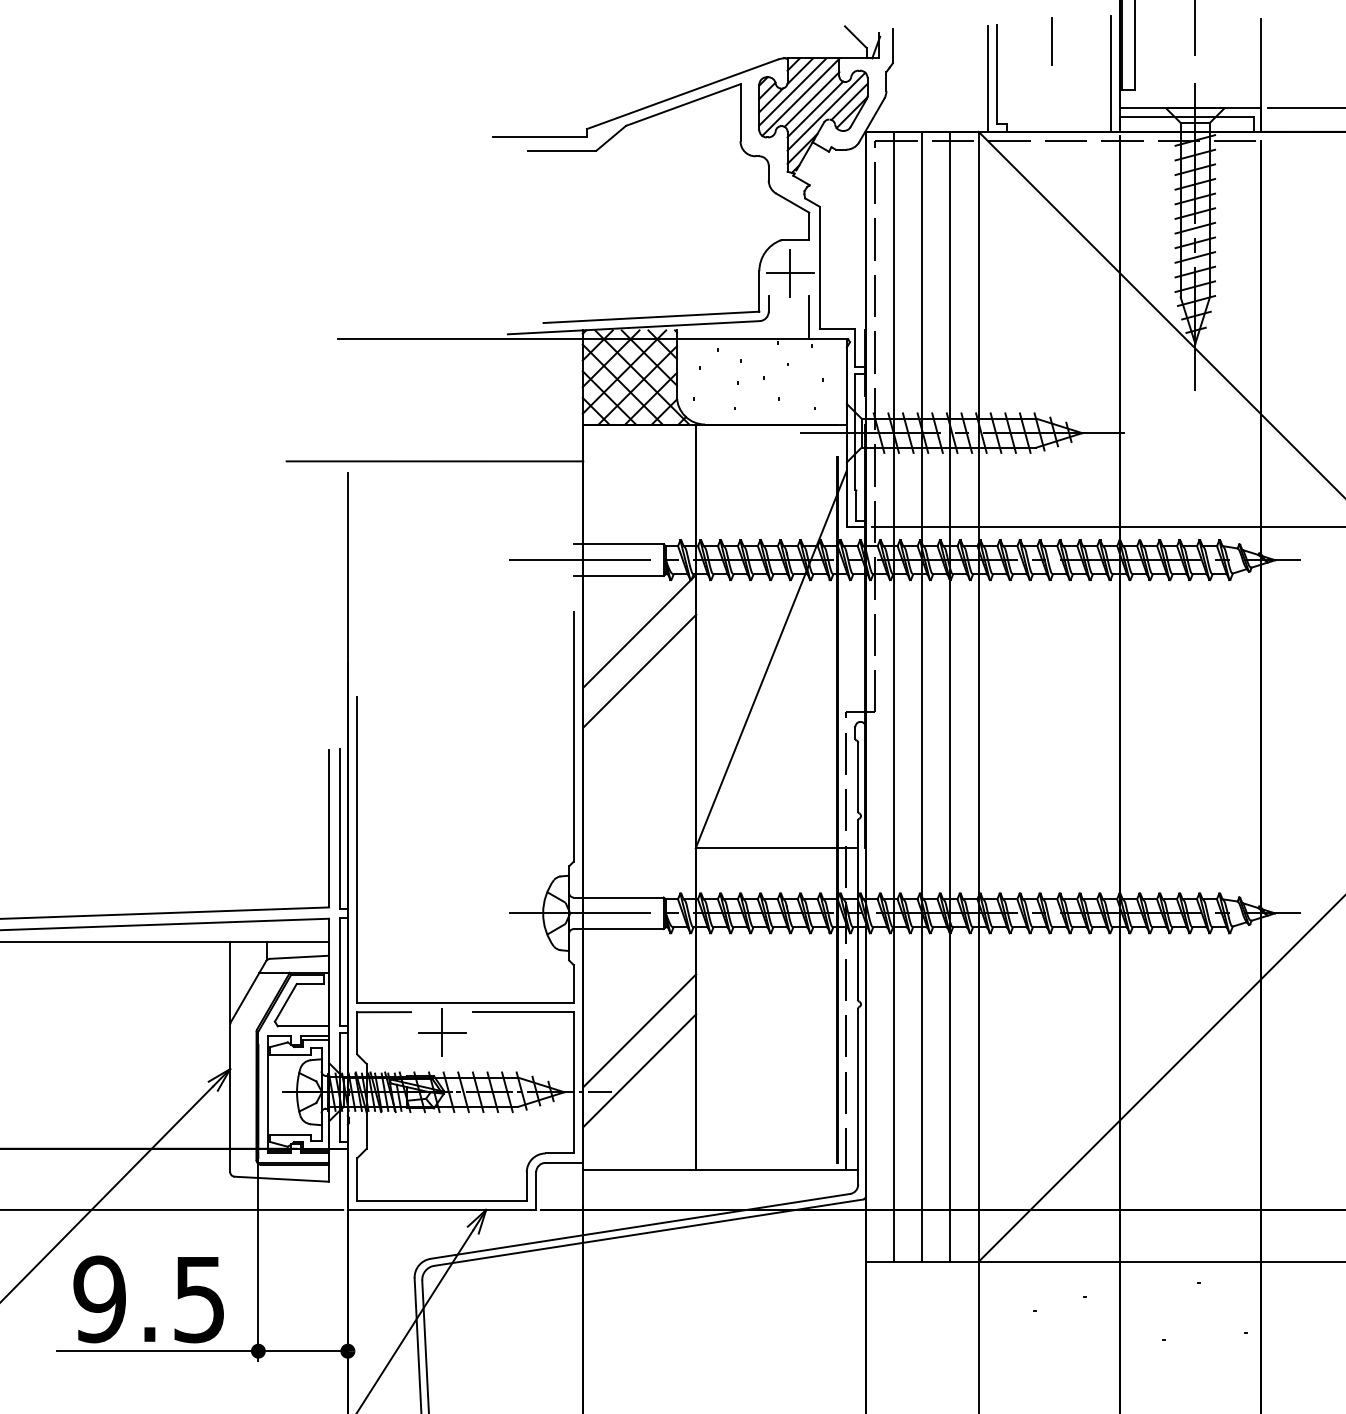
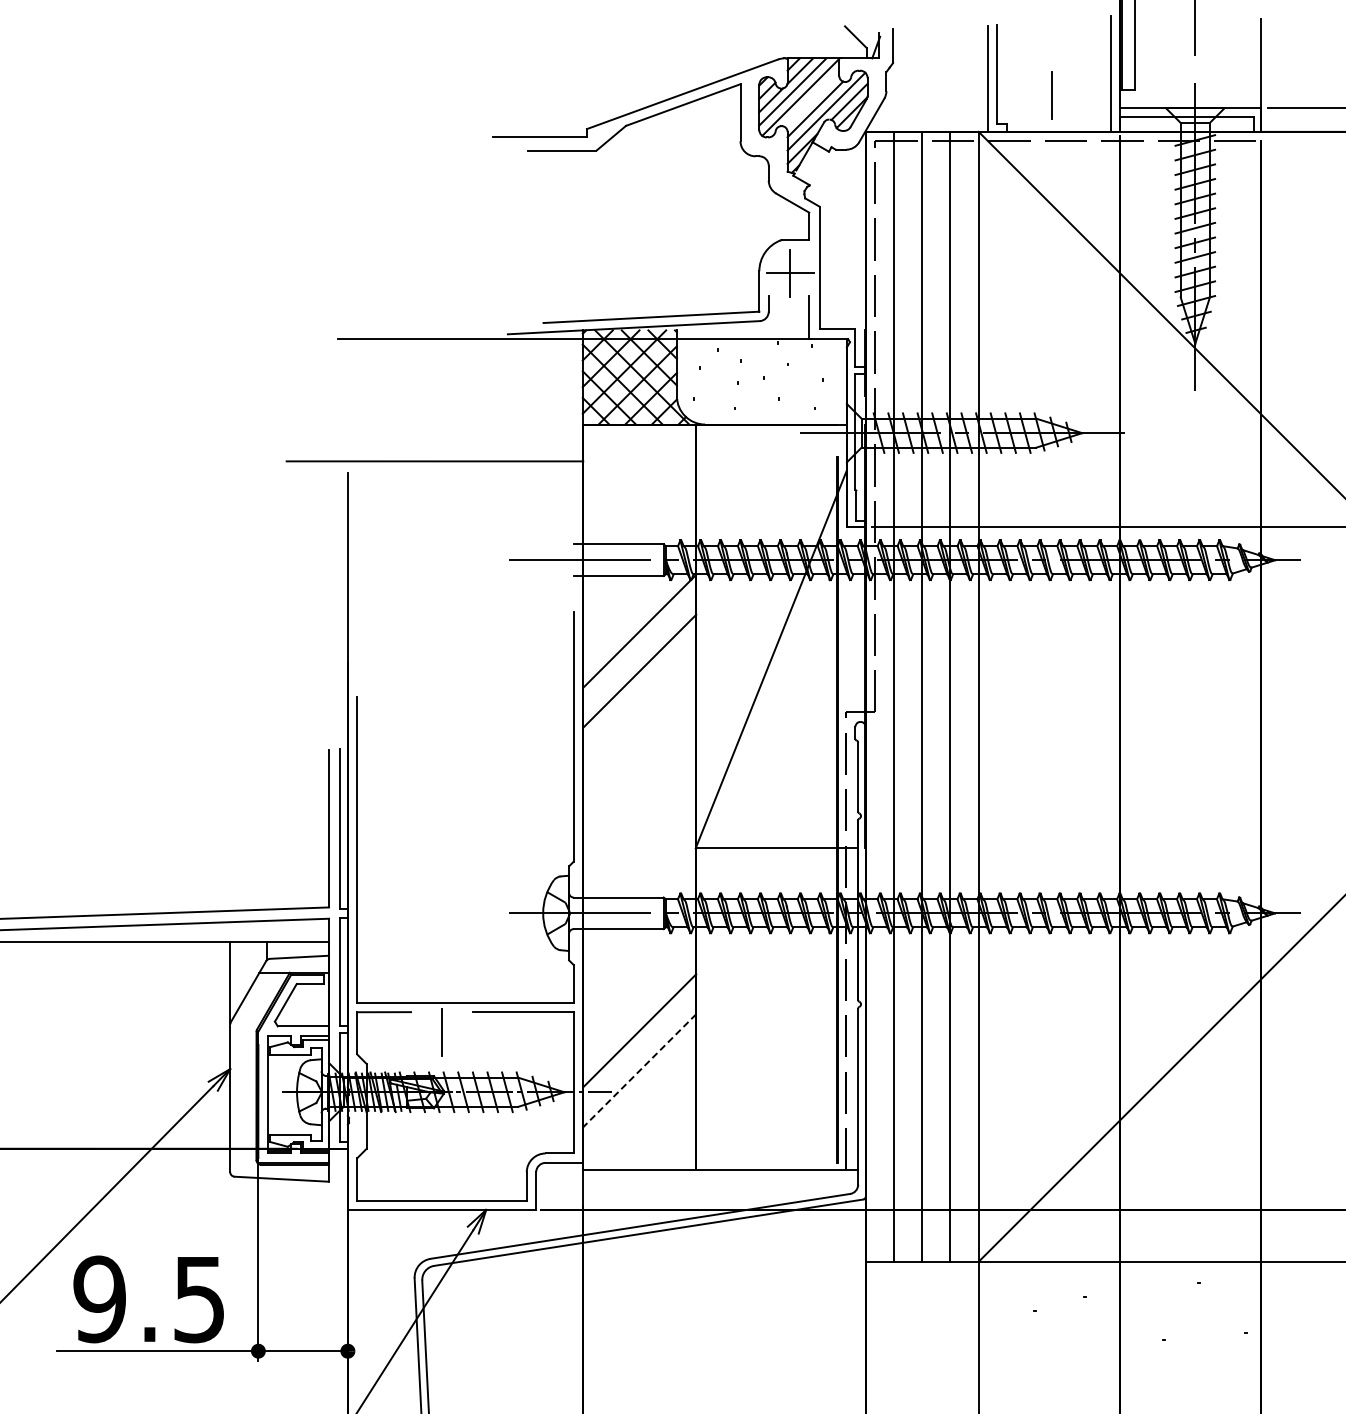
line at (1051, 41) position: (1051, 41) -> (1051, 95)
line at (811, 99): present -> none
line at (441, 1032): present -> none
line at (639, 1070): solid -> dashed
line at (172, 1209): present -> none
